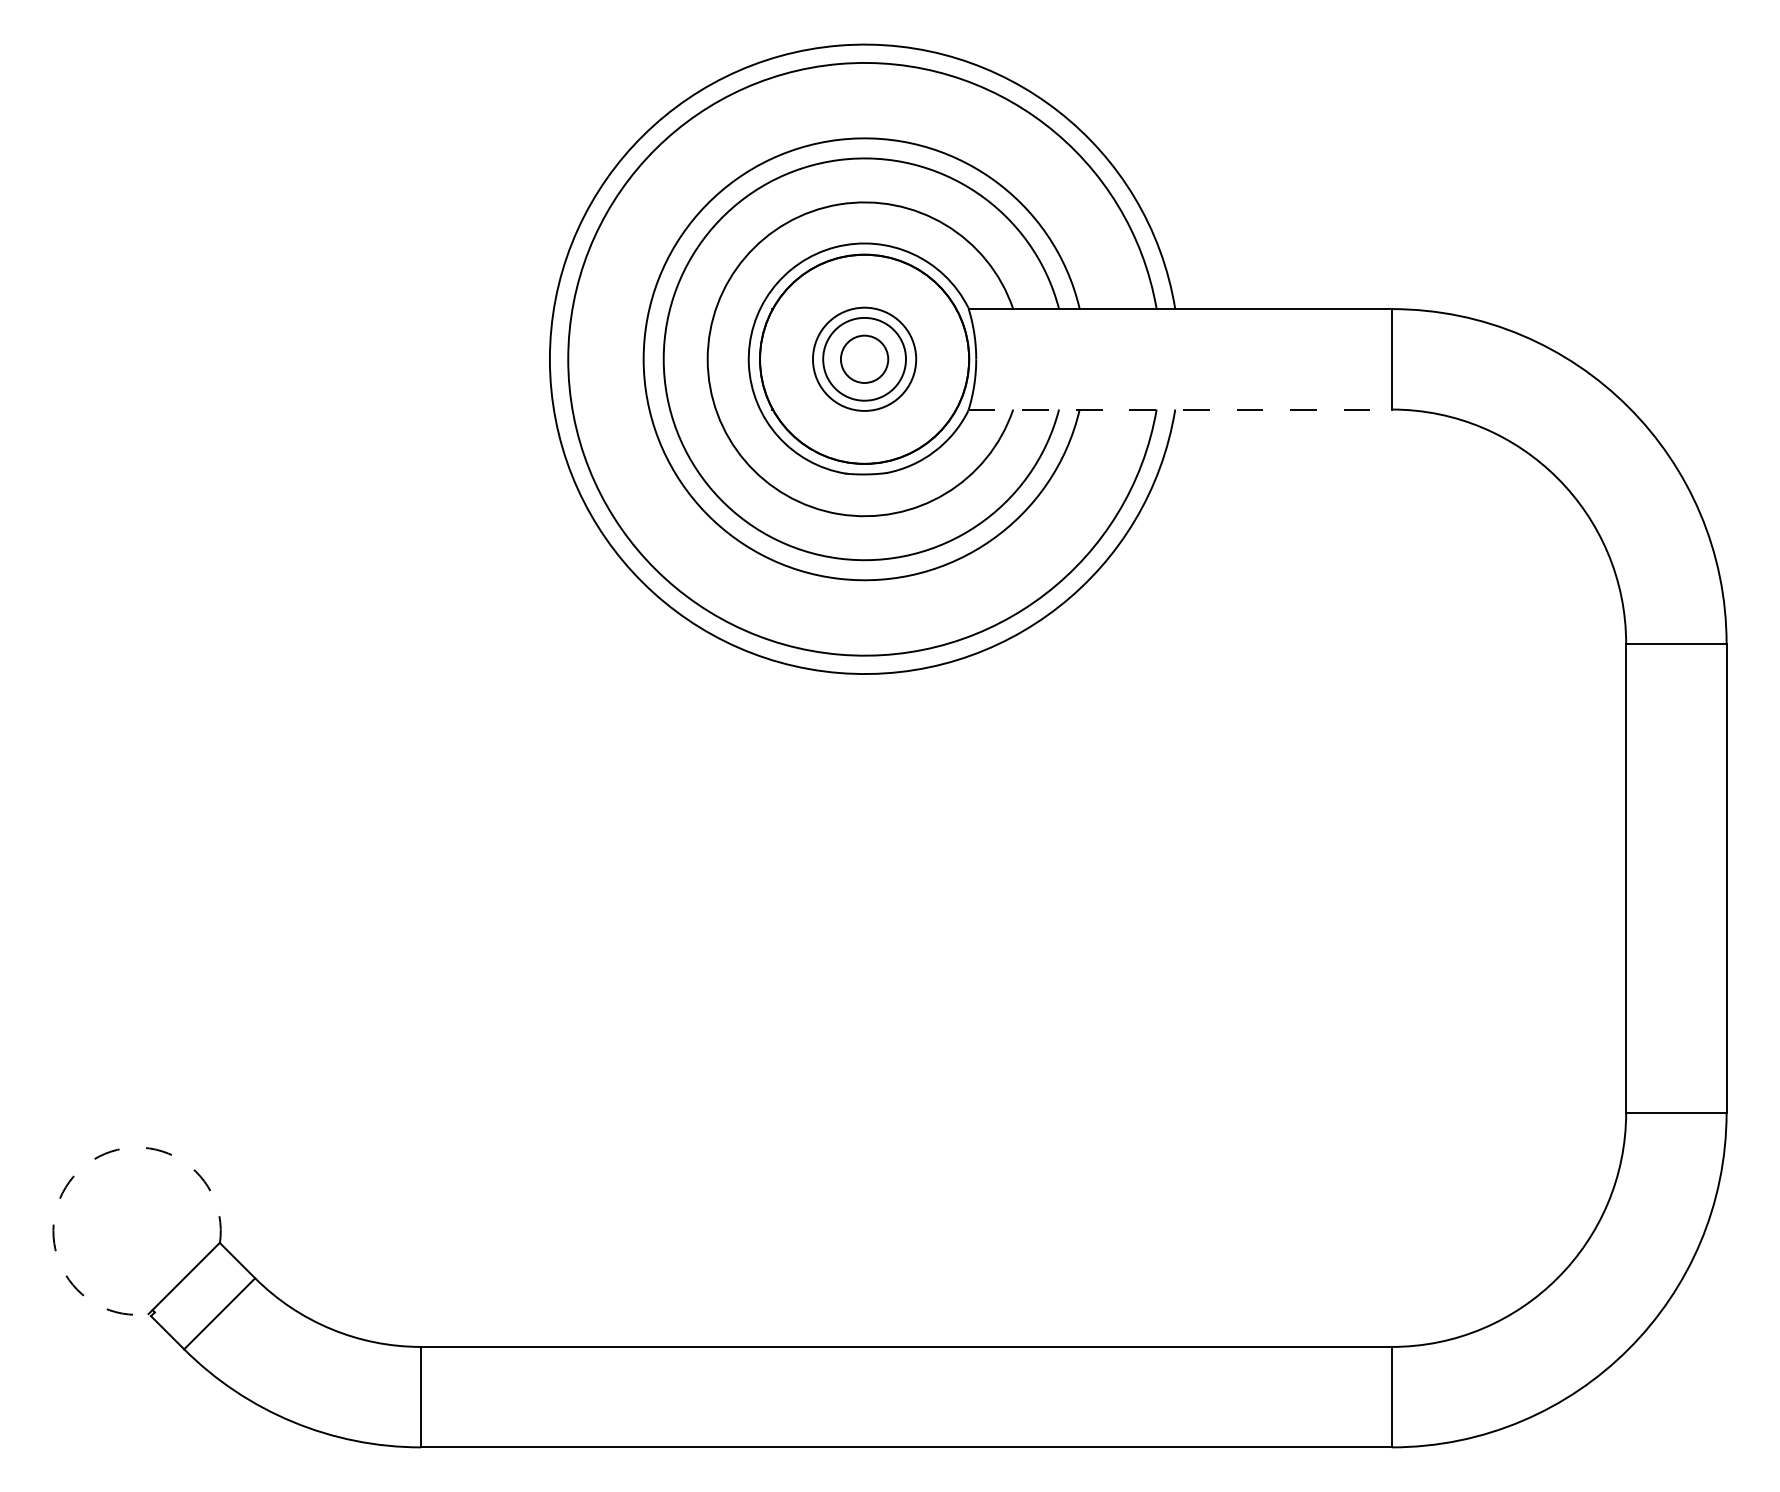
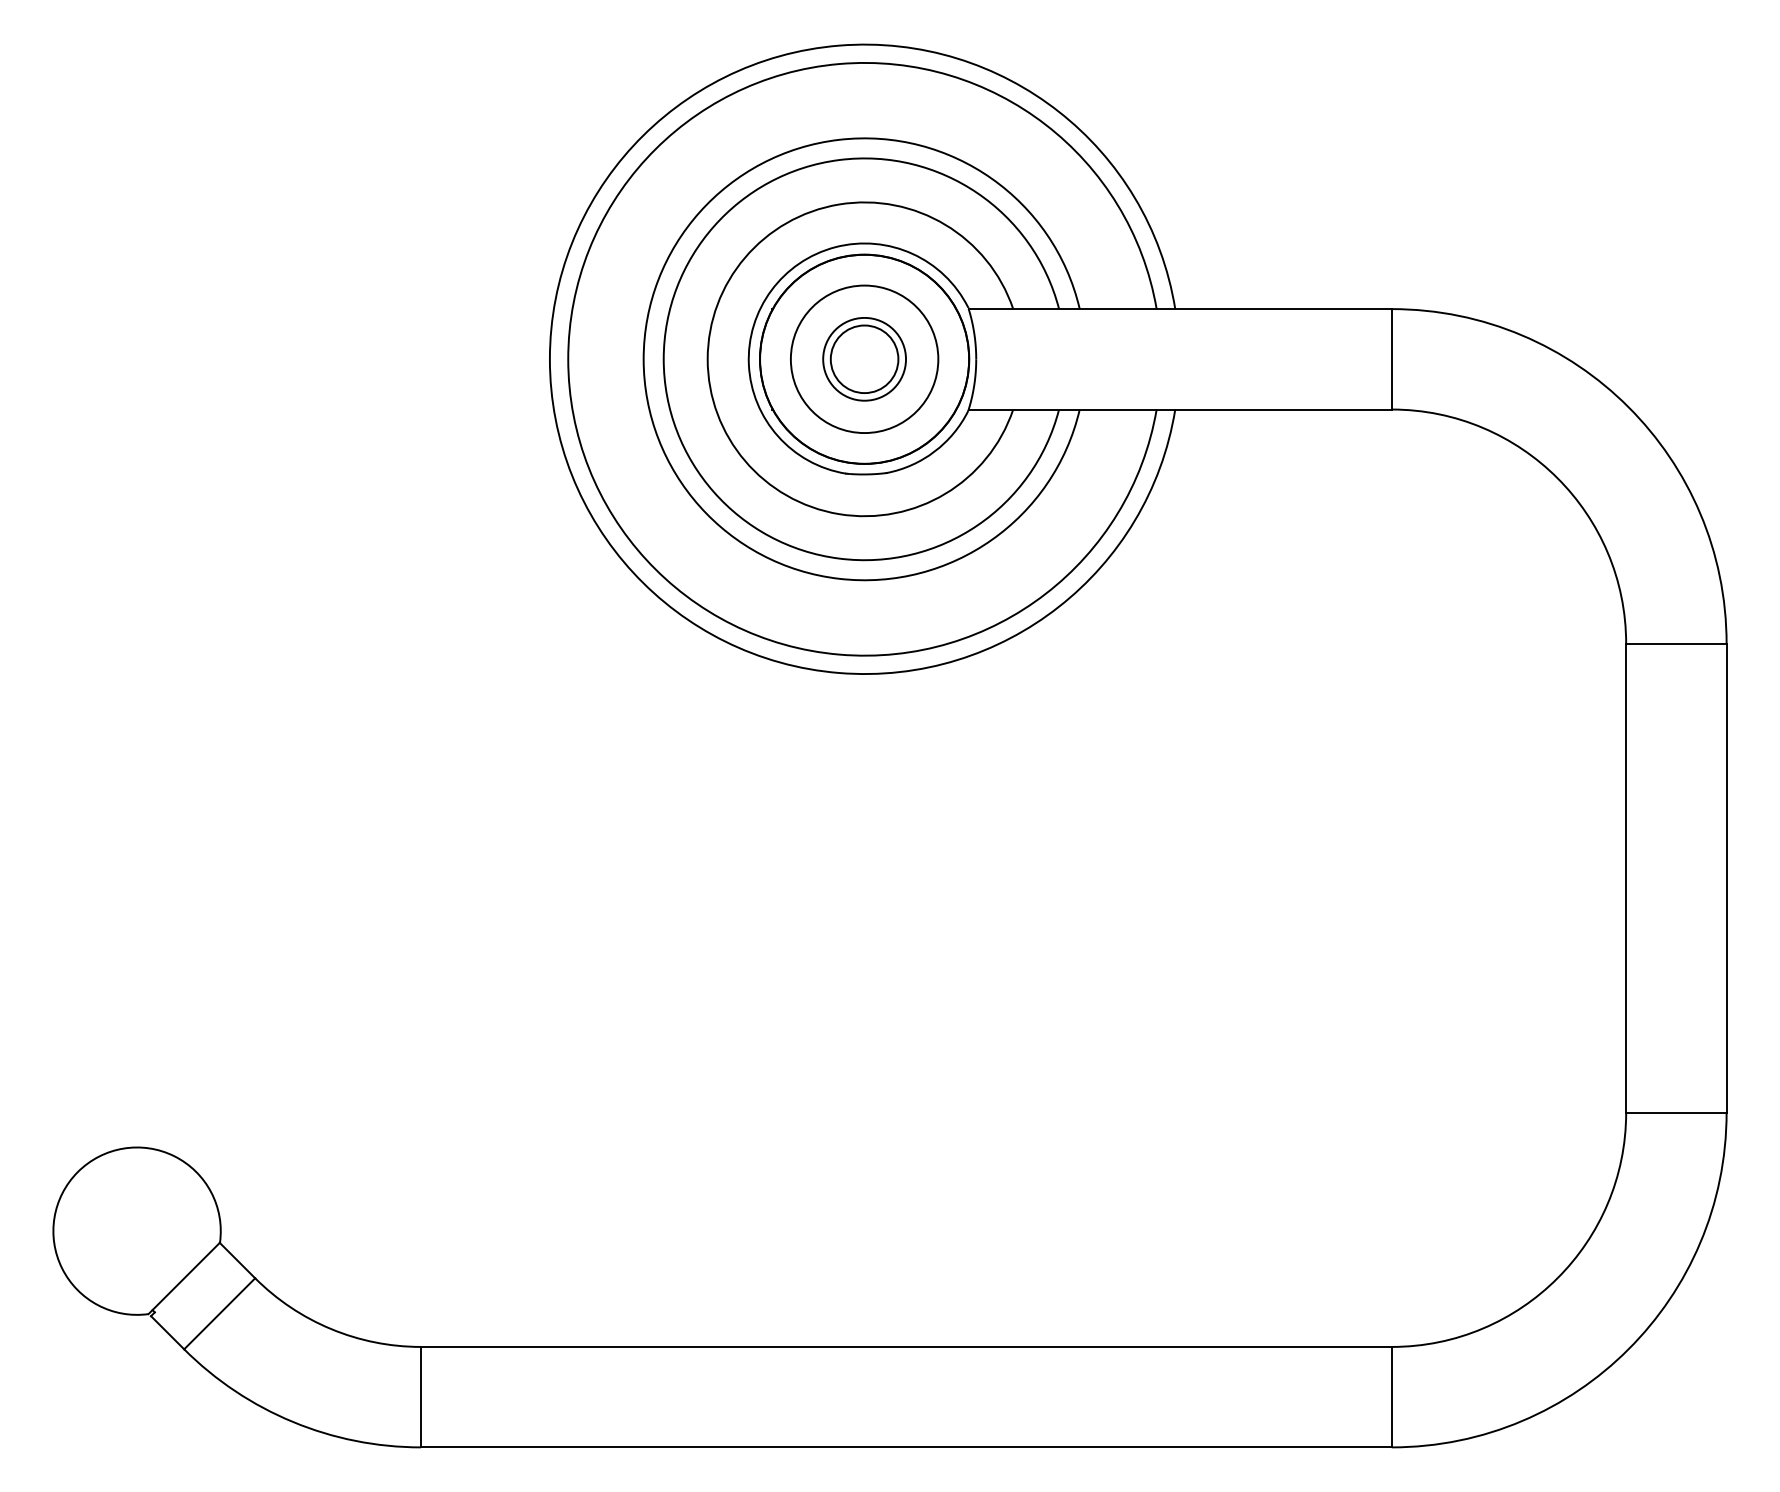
circle at (864, 358) diameter: 103 px -> 147 px
circle at (864, 358) diameter: 47 px -> 68 px
line at (1180, 409): dashed -> solid
arc at (77, 1172): dashed -> solid
